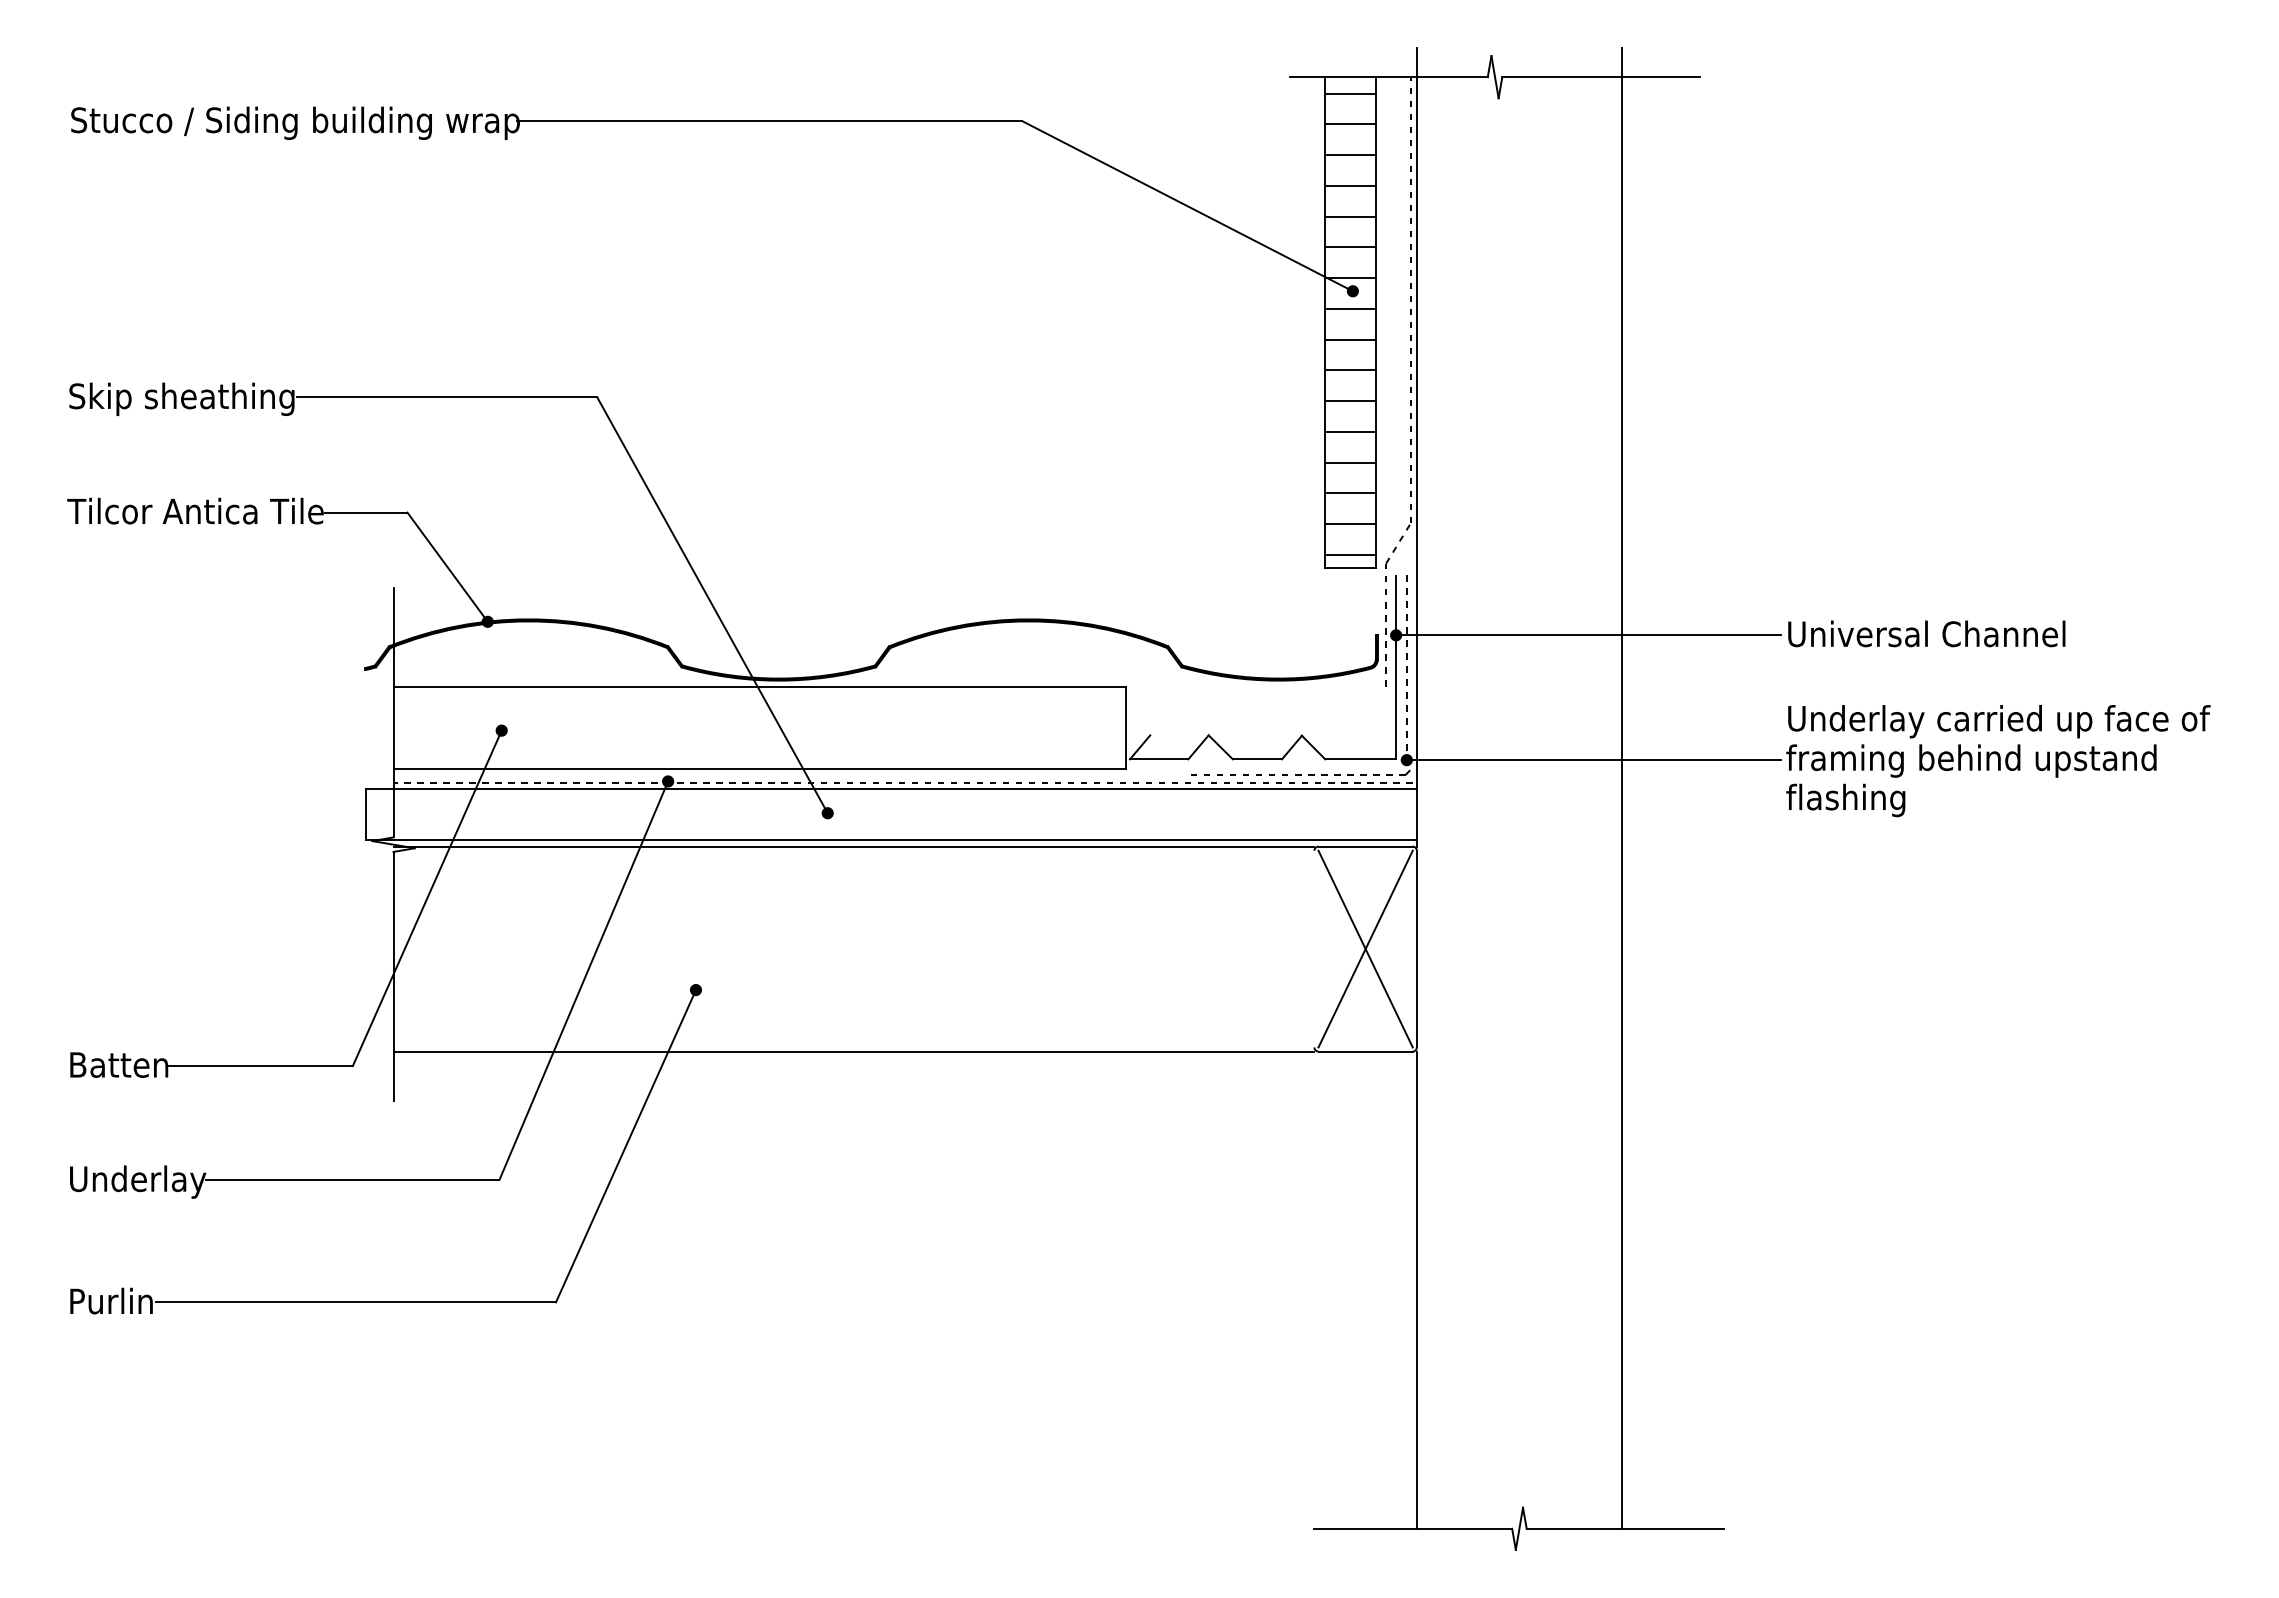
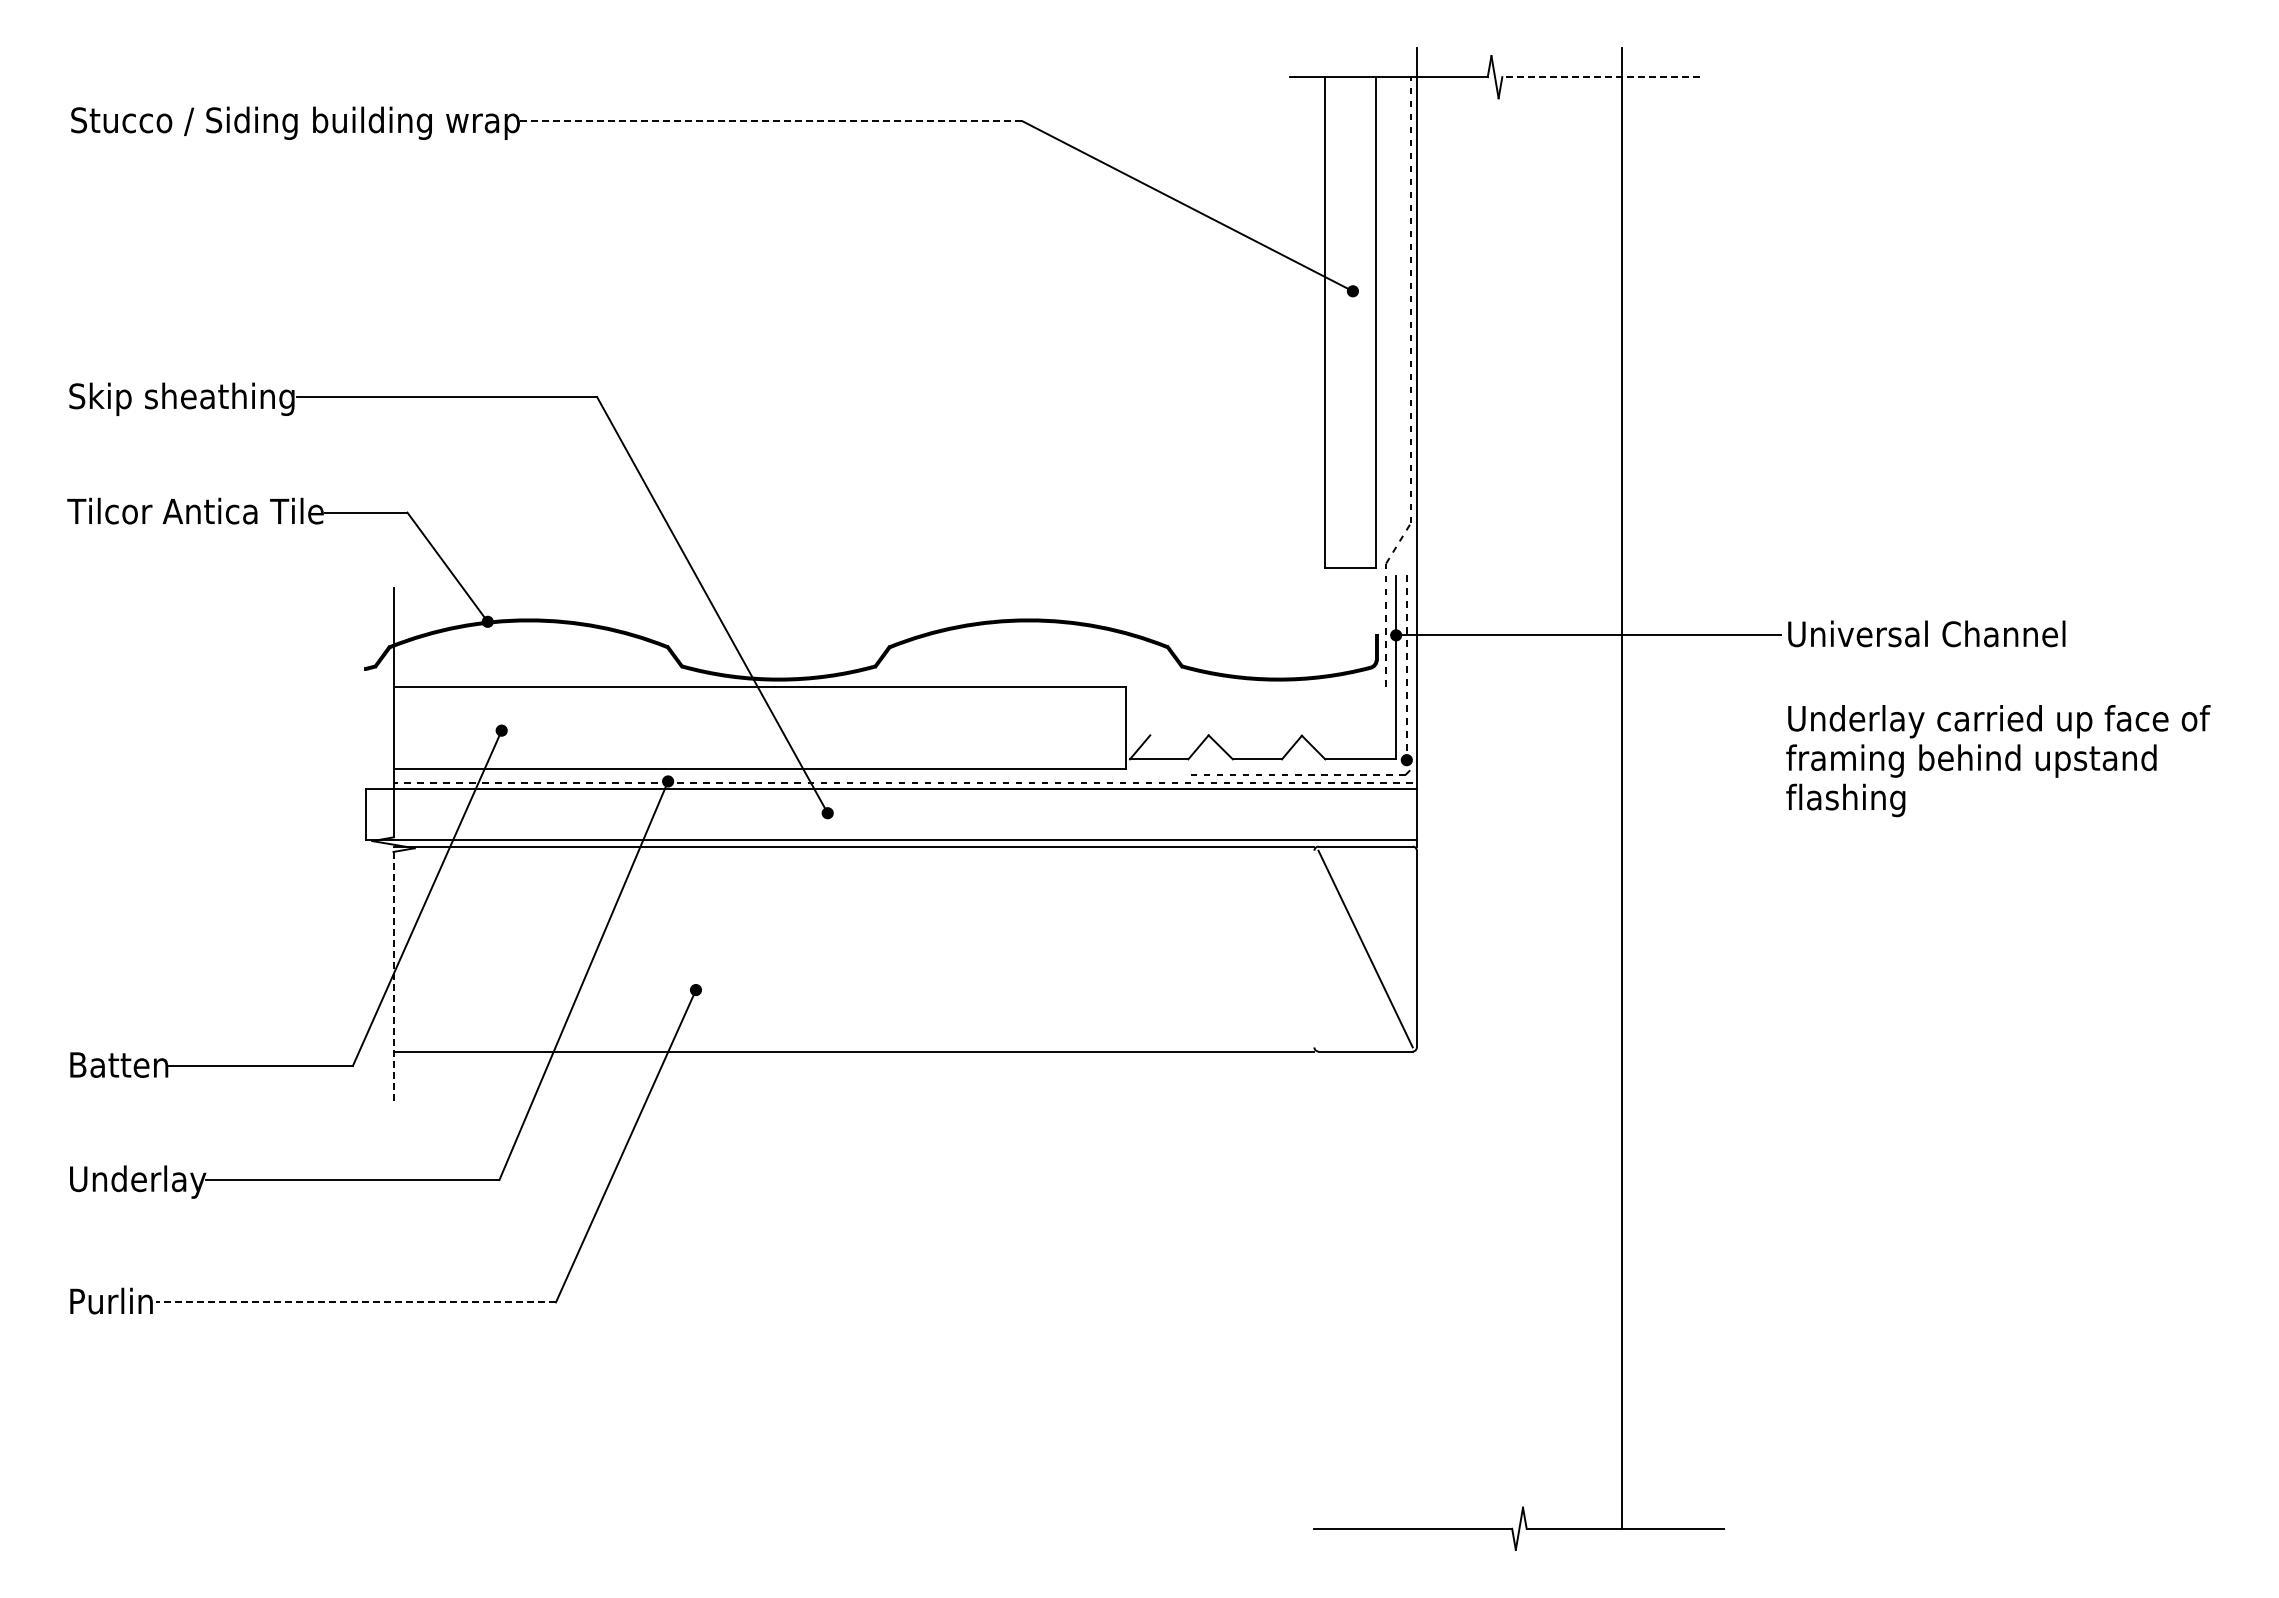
line at (1601, 77): solid -> dashed
line at (769, 121): solid -> dashed
hatch at (1349, 323): present -> none
line at (1593, 760): present -> none
line at (1365, 948): present -> none
line at (393, 975): solid -> dashed
line at (1416, 1289): present -> none
line at (356, 1302): solid -> dashed
